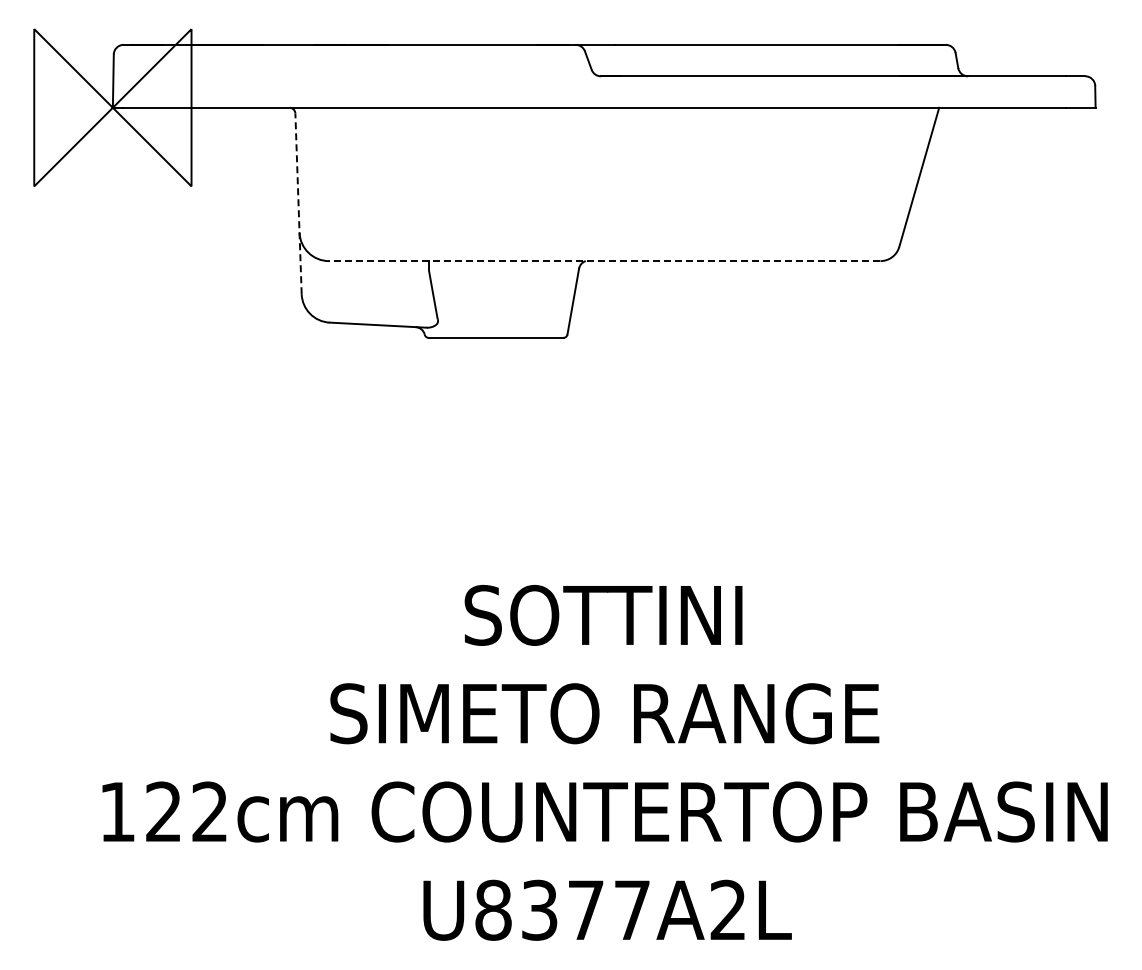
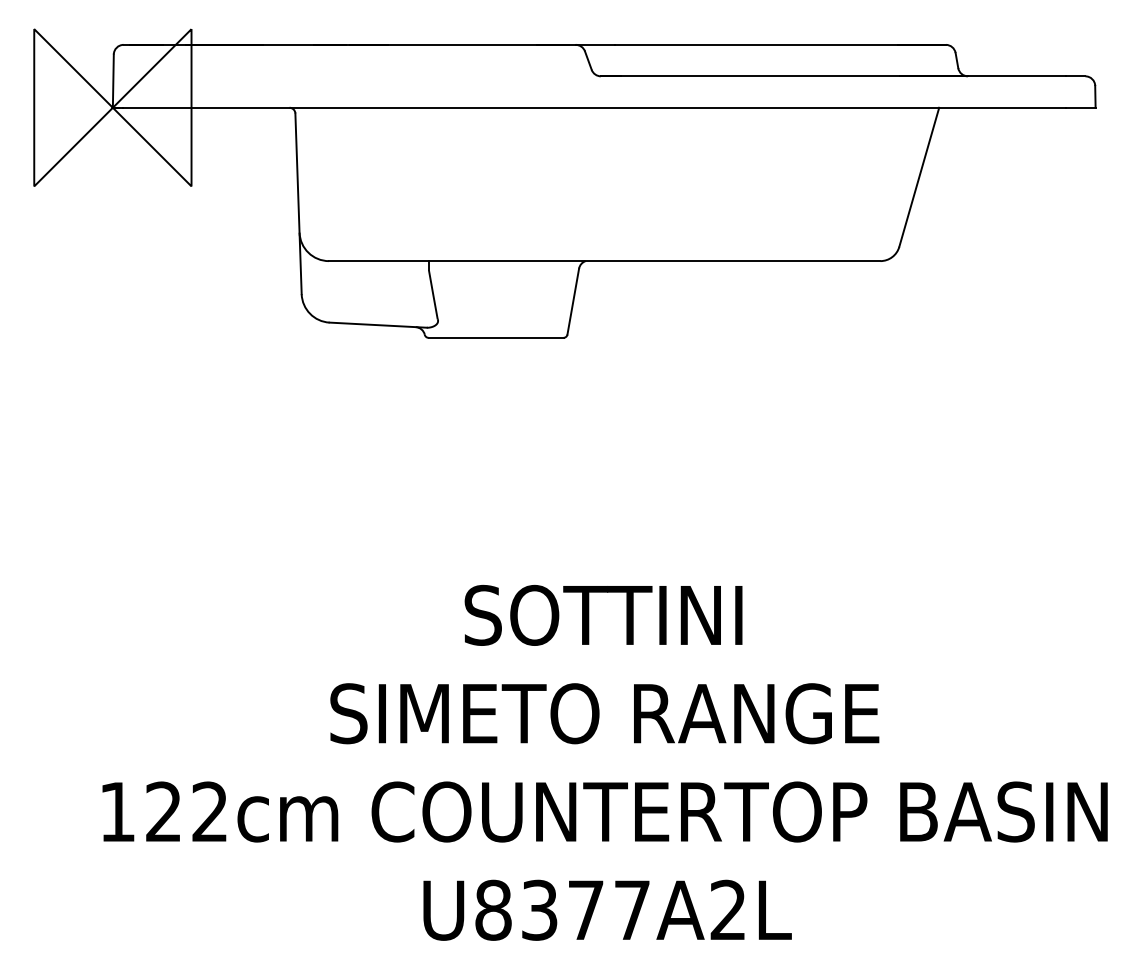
line at (298, 203): dashed -> solid
line at (604, 261): dashed -> solid
